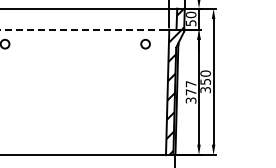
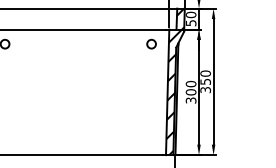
line at (82, 29): dashed -> solid
part at (145, 43) position: (145, 43) -> (151, 43)
text at (190, 87): 377 -> 300
